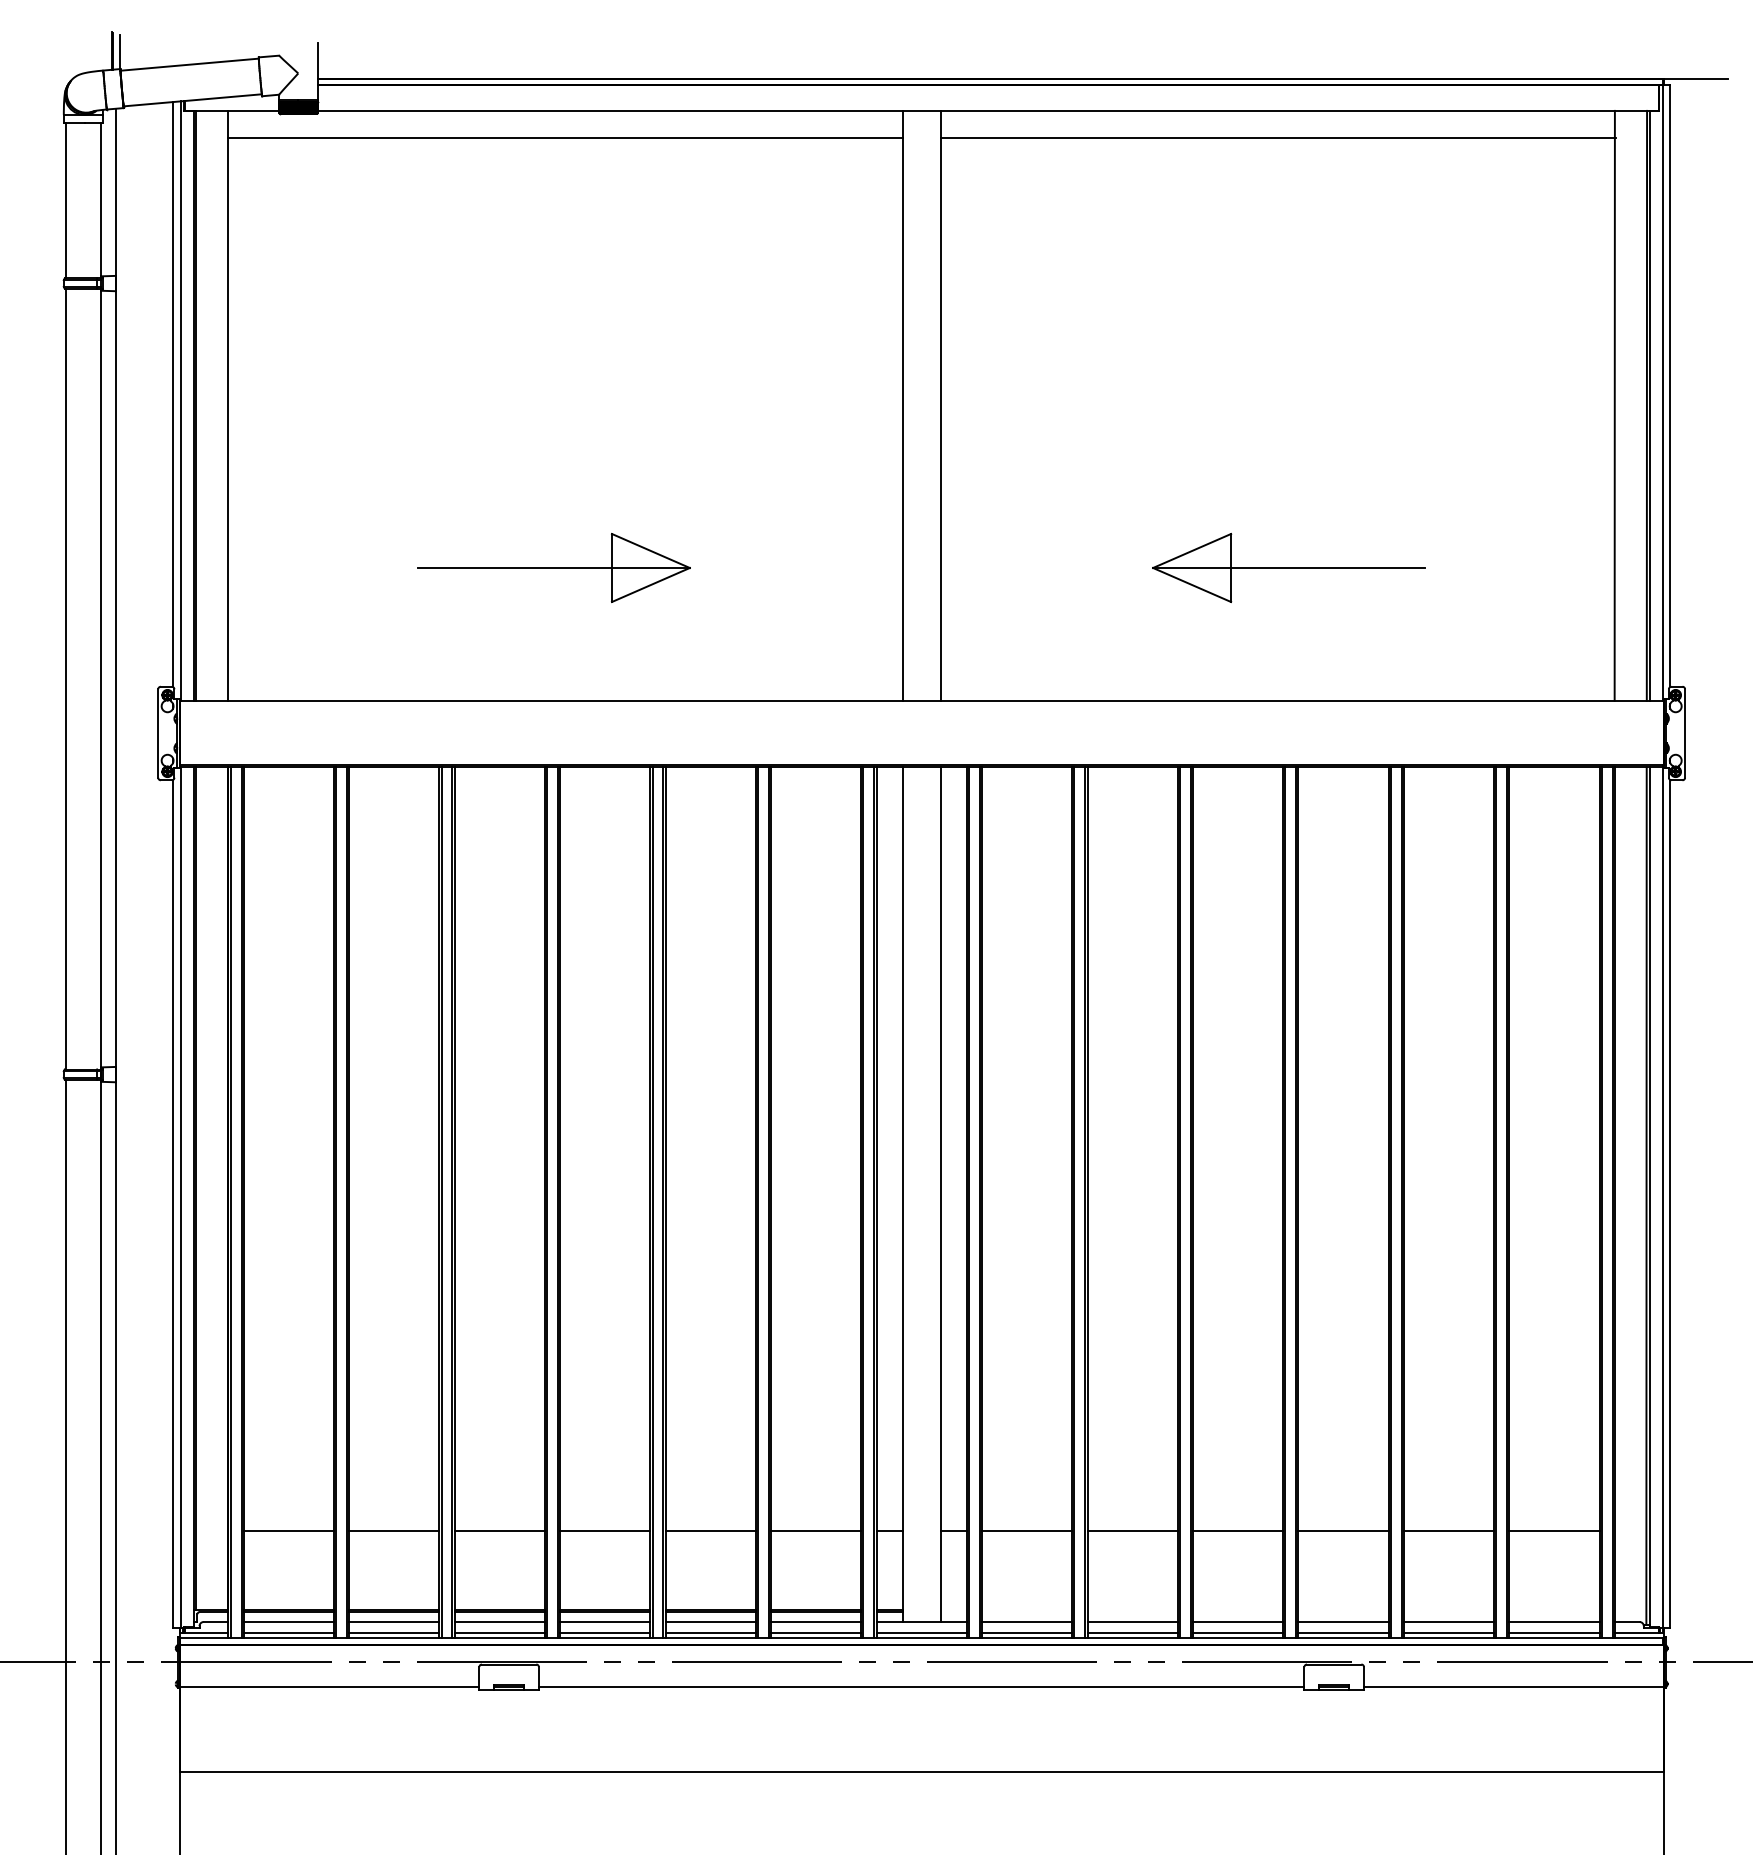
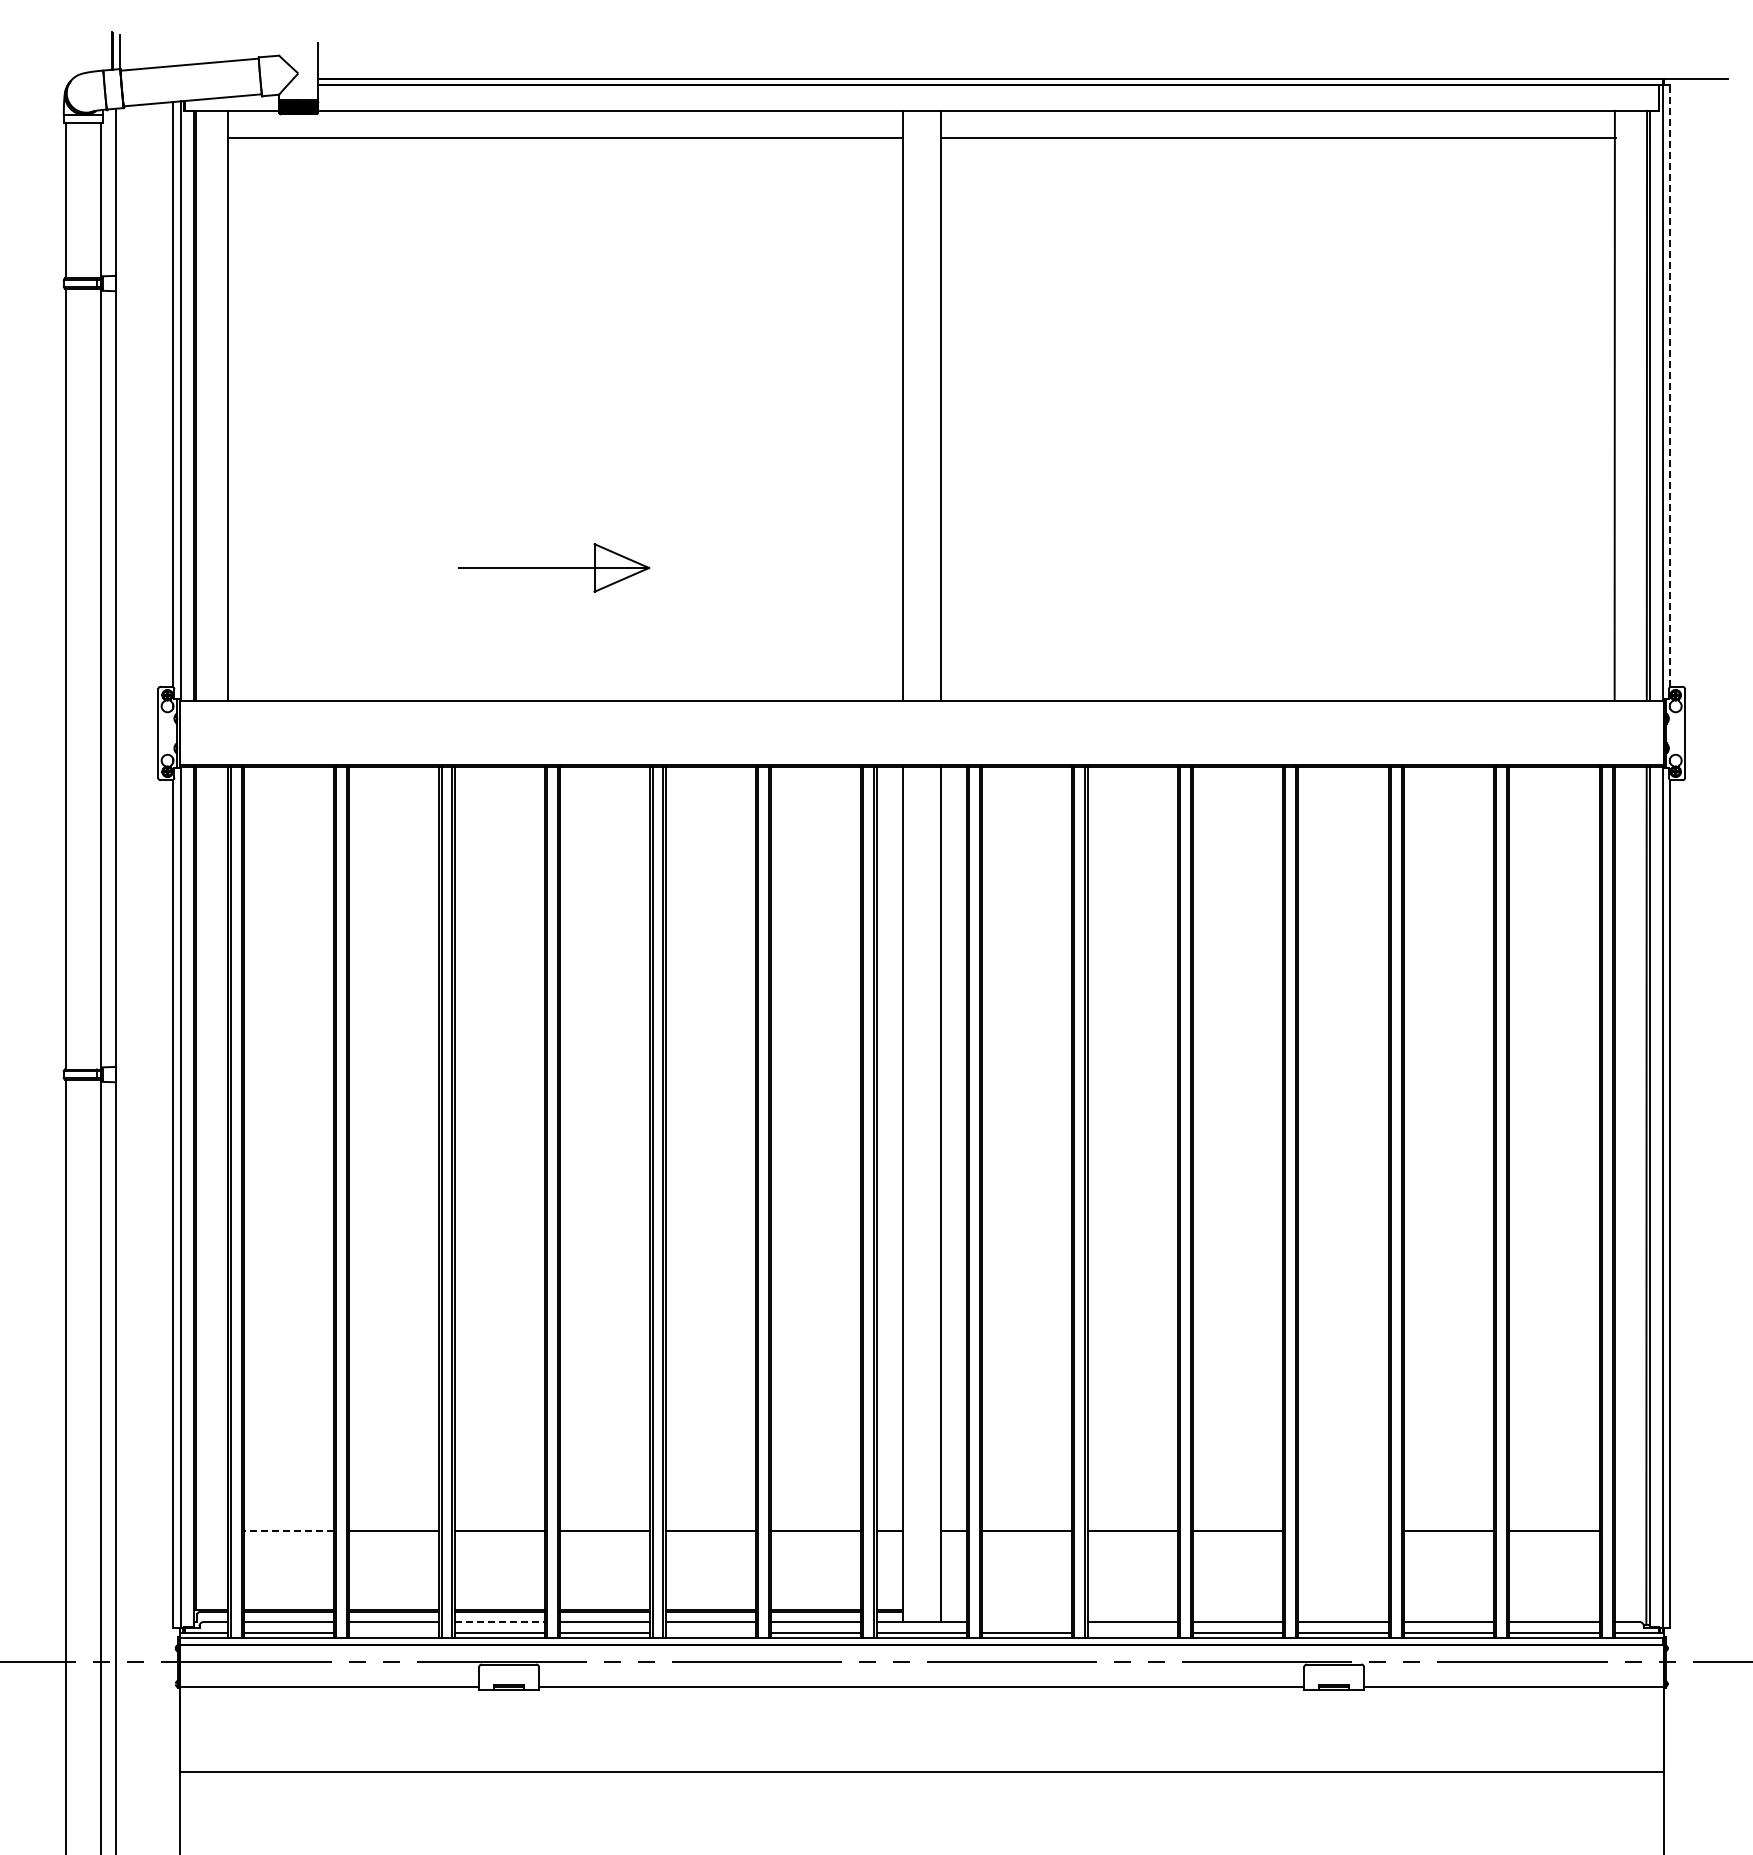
line at (1670, 386): solid -> dashed
part at (553, 567) size: 274x70 px -> 193x50 px
part at (1288, 567): present -> none
line at (288, 1531): solid -> dashed
line at (1343, 1531): present -> none
line at (500, 1621): solid -> dashed
line at (1027, 1621): present -> none
line at (394, 1633): present -> none
line at (710, 1633): present -> none
line at (1132, 1633): present -> none
